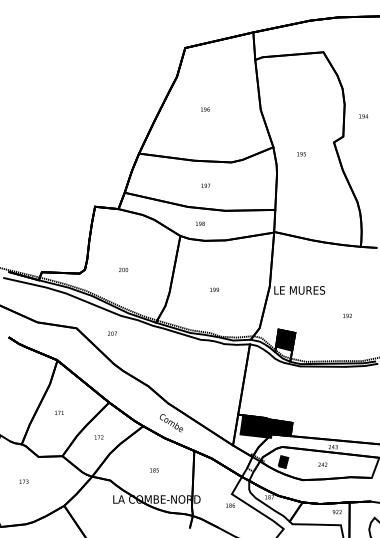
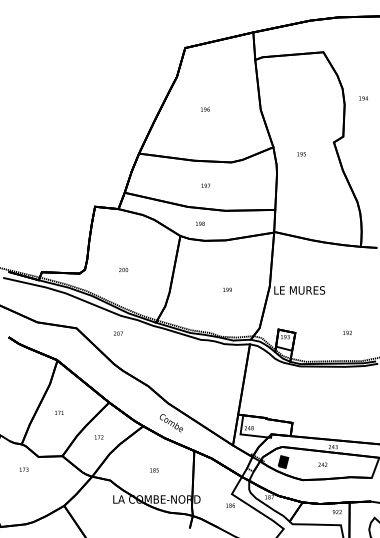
text at (363, 116) position: (363, 116) -> (363, 98)
text at (214, 289) position: (214, 289) -> (227, 289)
text at (347, 315) position: (347, 315) -> (347, 332)
text at (112, 333) position: (112, 333) -> (118, 333)
fill at (285, 339): present -> none
fill at (266, 426): present -> none
text at (24, 481) position: (24, 481) -> (24, 469)
